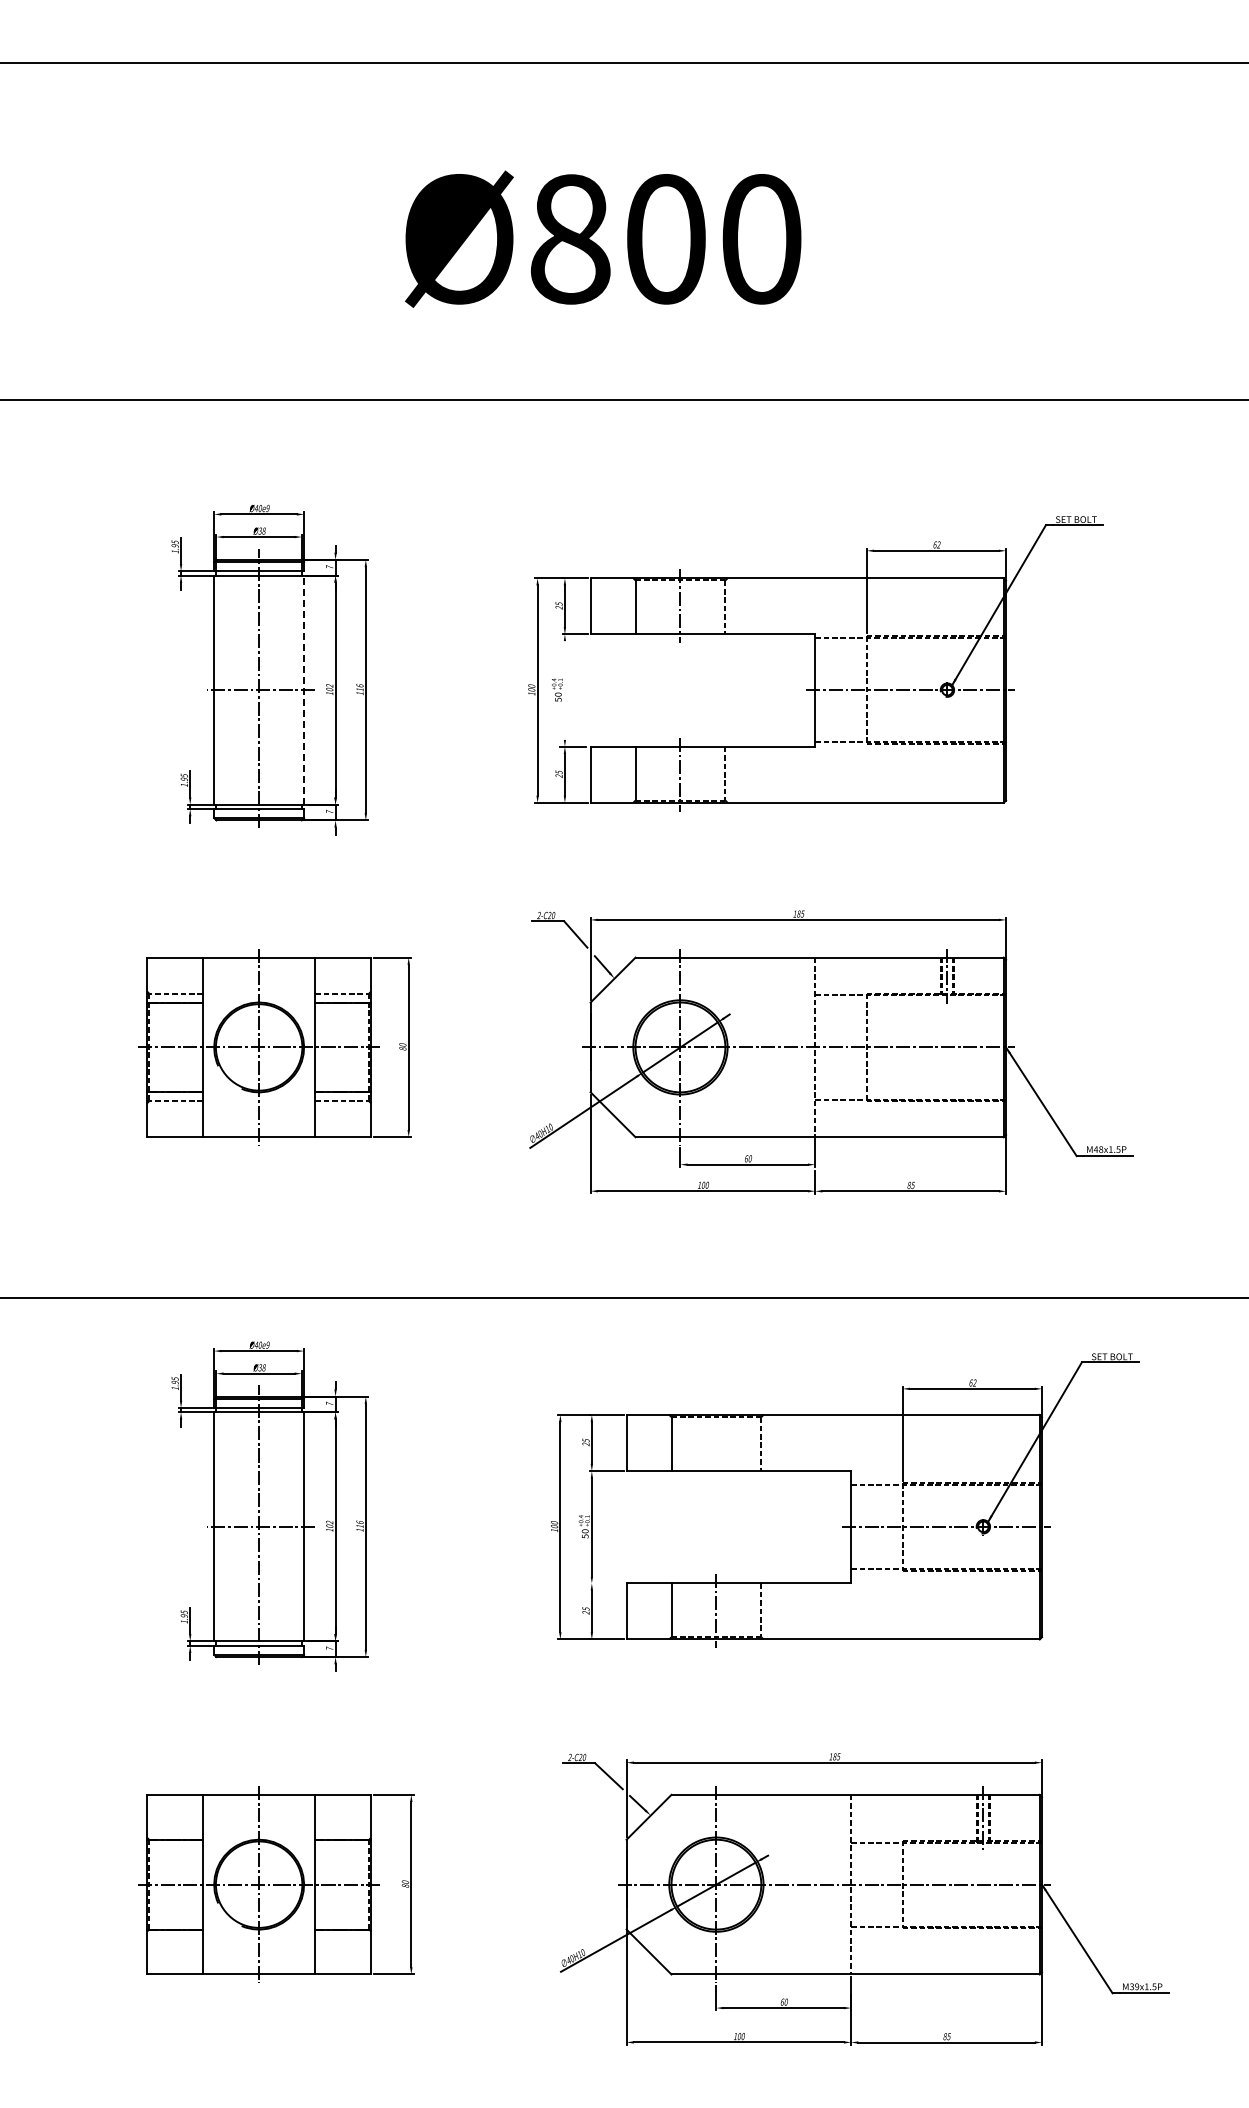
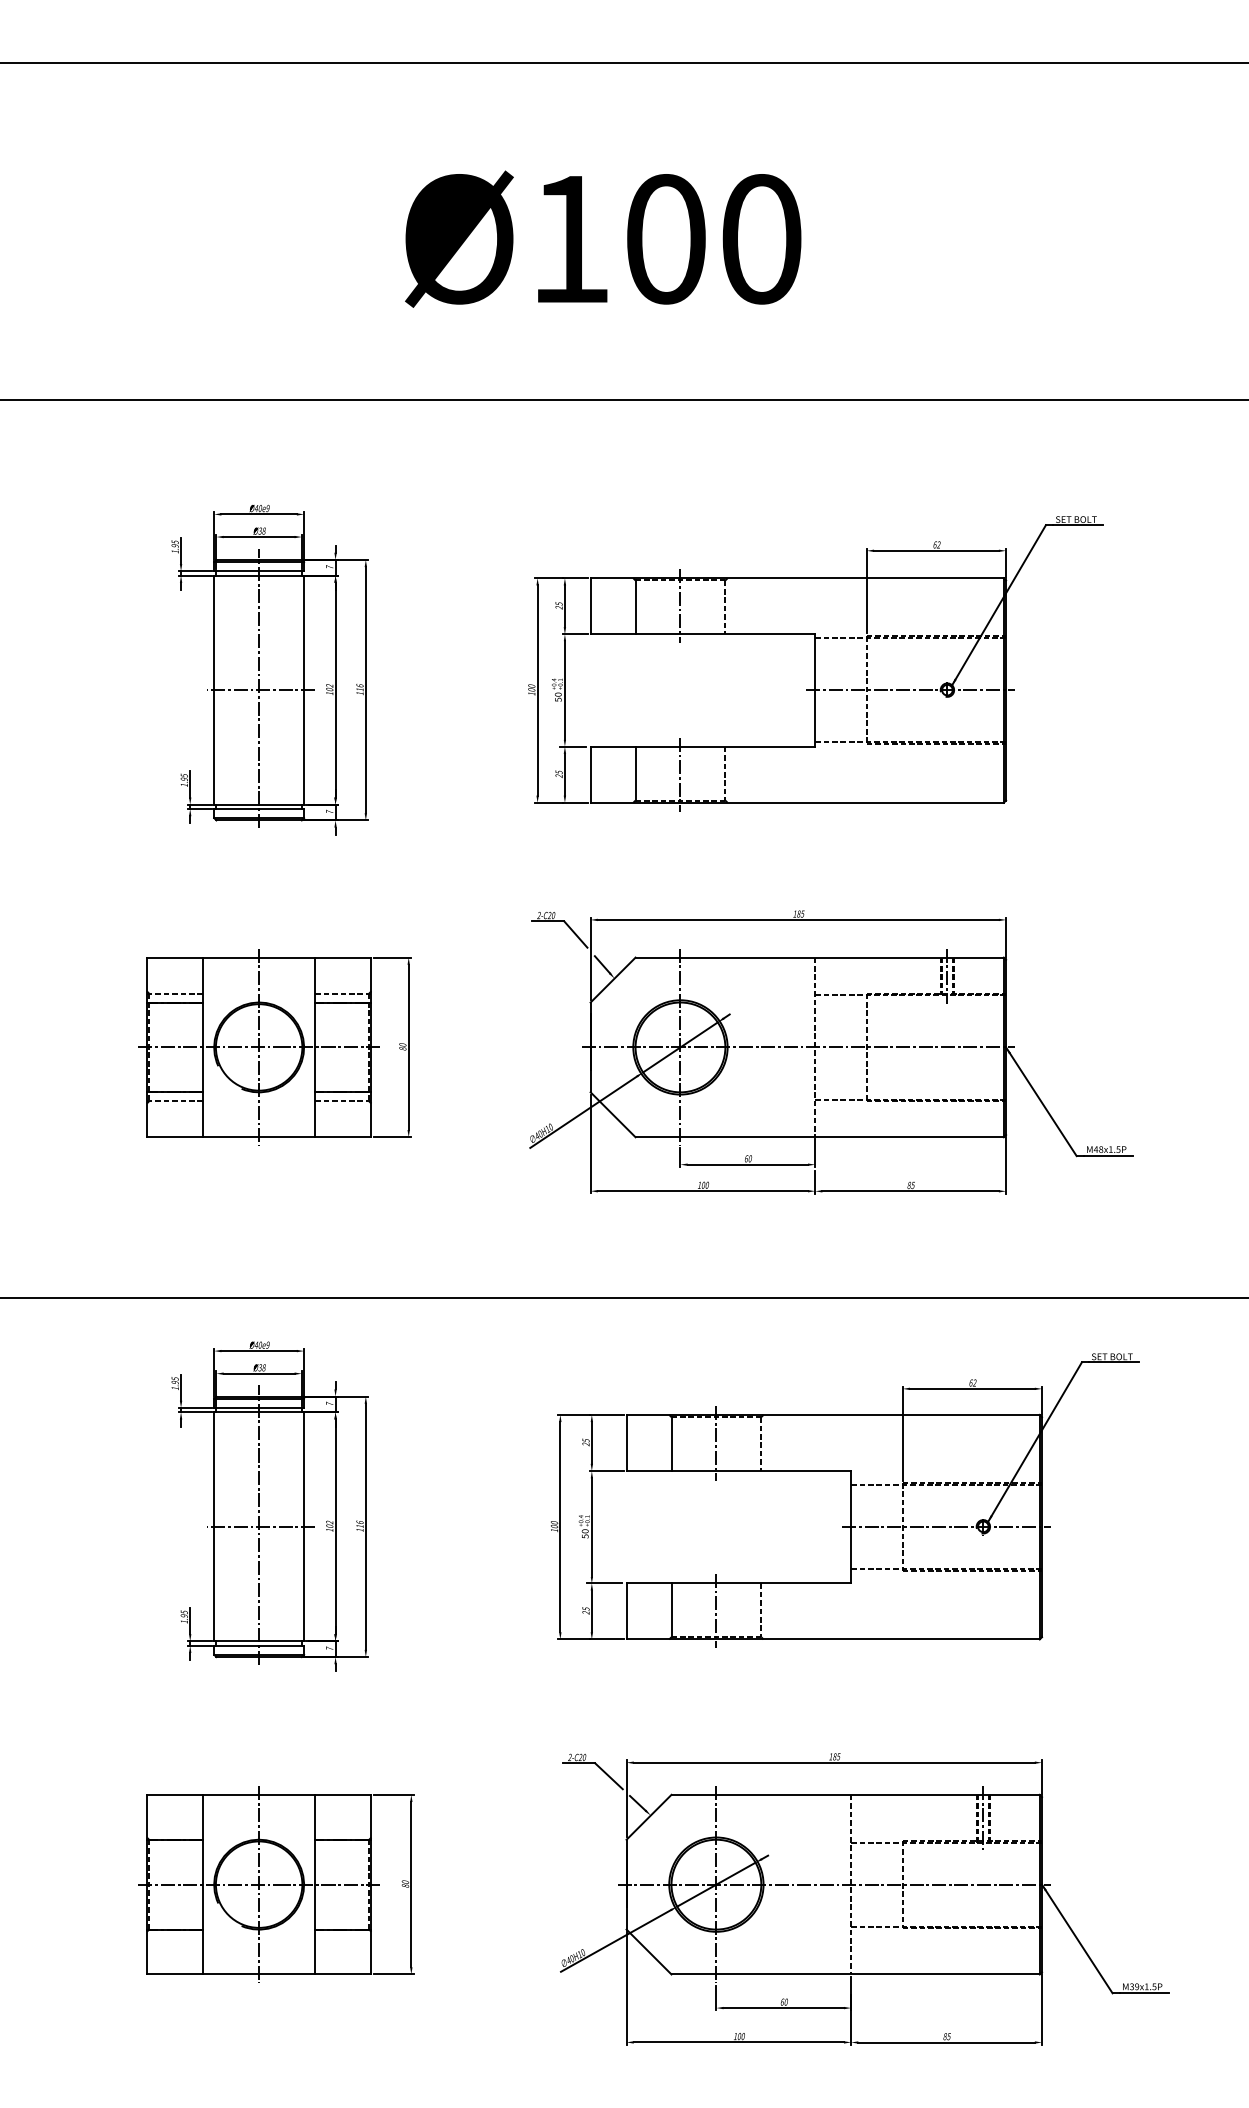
text at (570, 239): Ø800 -> Ø100
line at (304, 690): dashed -> solid
line at (564, 690): none -> present
line at (716, 1442): none -> present
line at (604, 1583): none -> present
